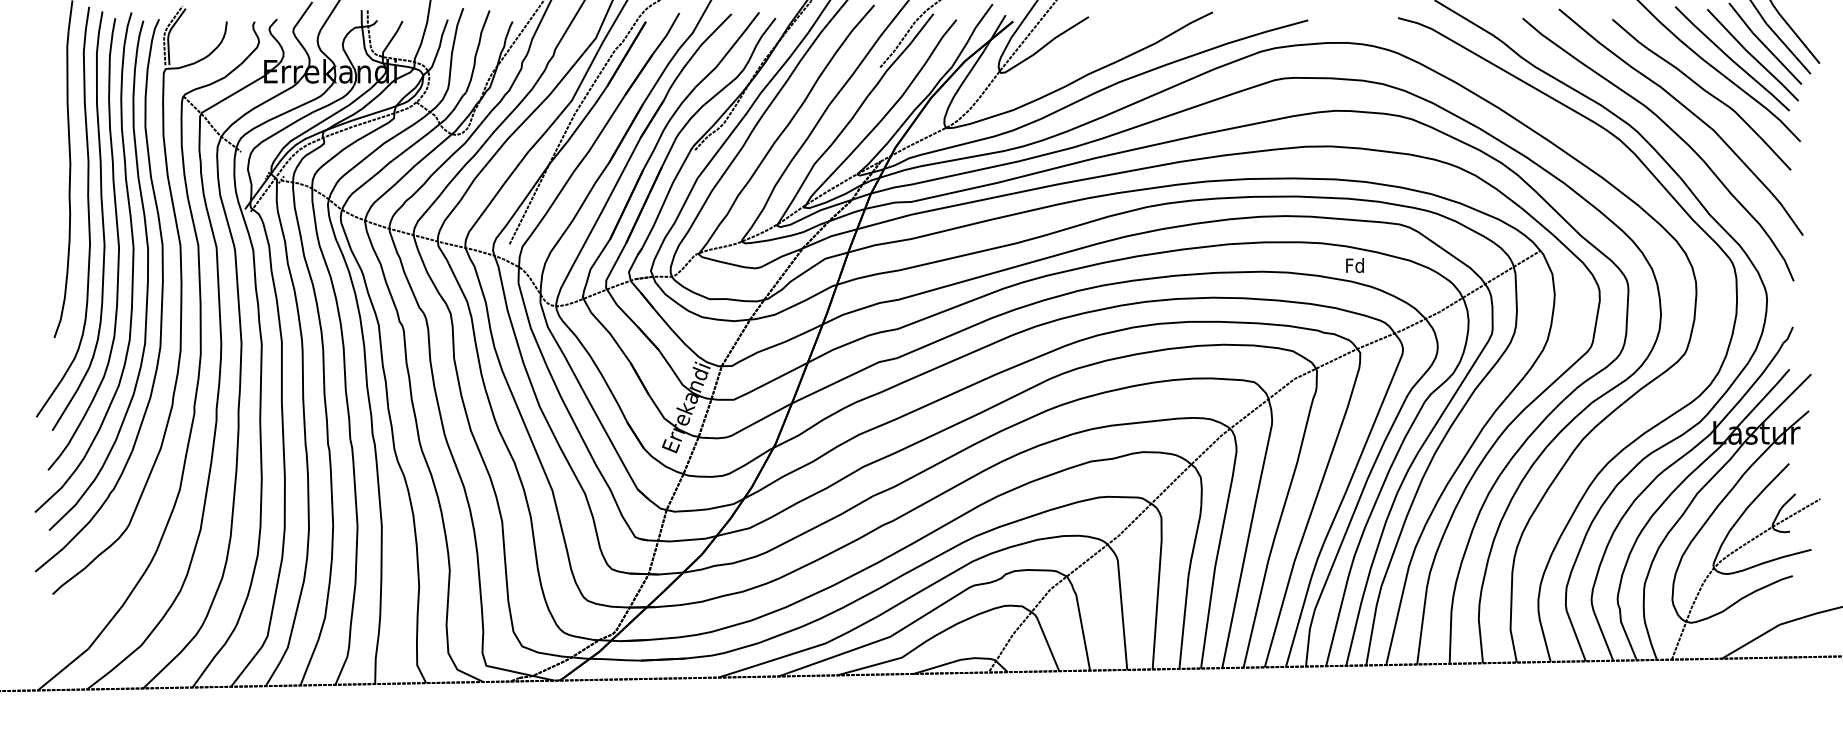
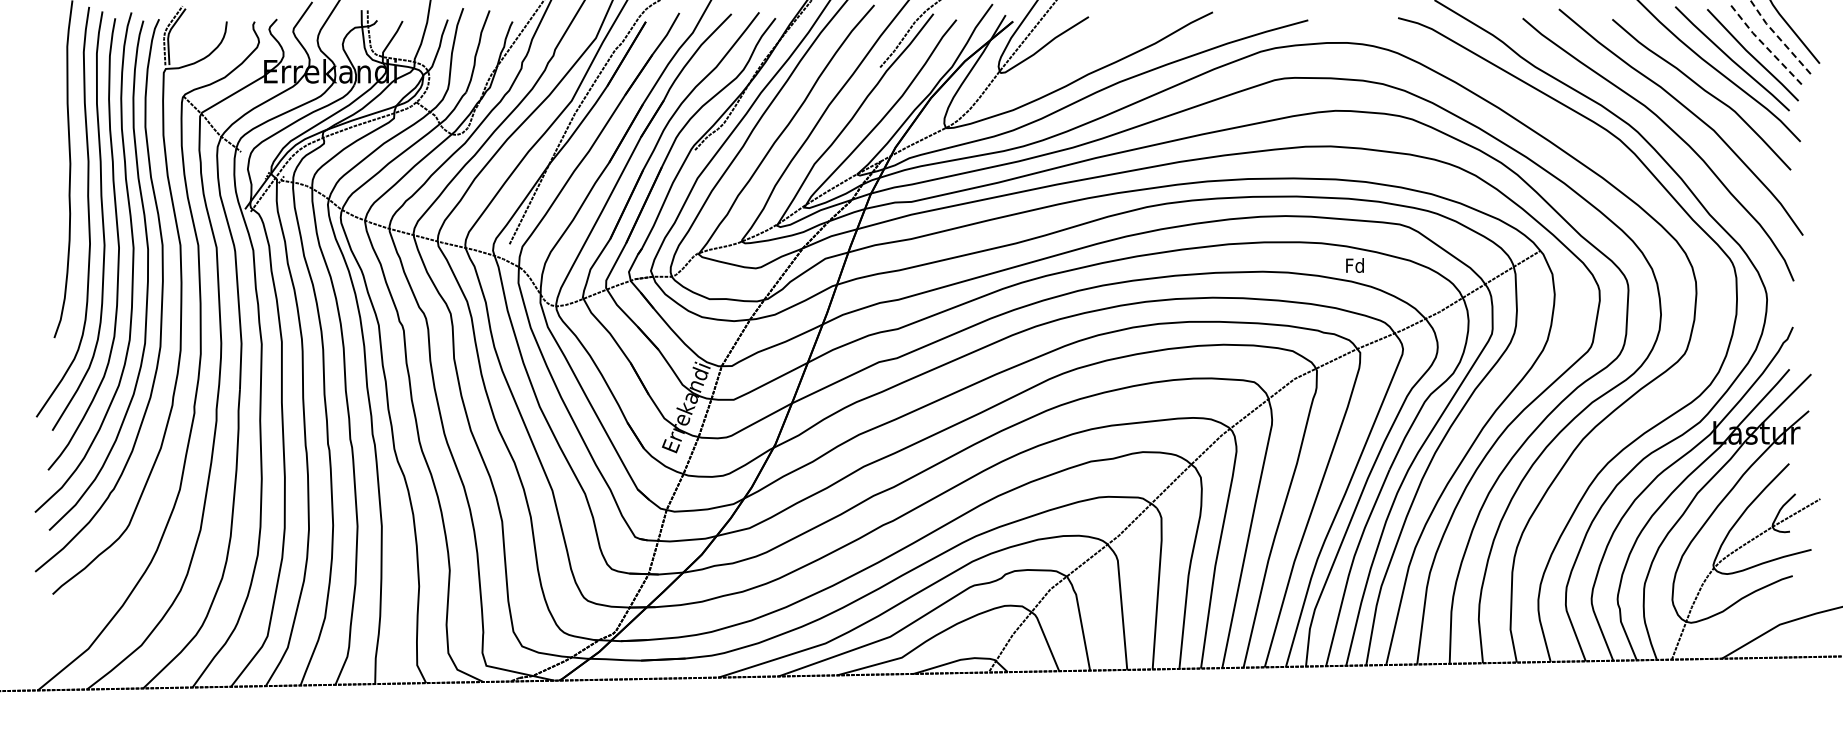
line at (1778, 37): solid -> dashed
line at (1763, 43): solid -> dashed
